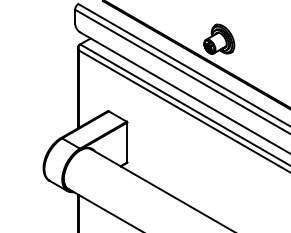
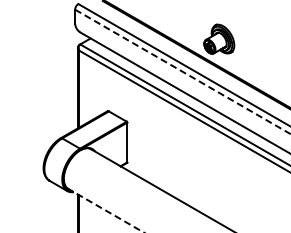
line at (183, 72): solid -> dashed
line at (106, 210): solid -> dashed
